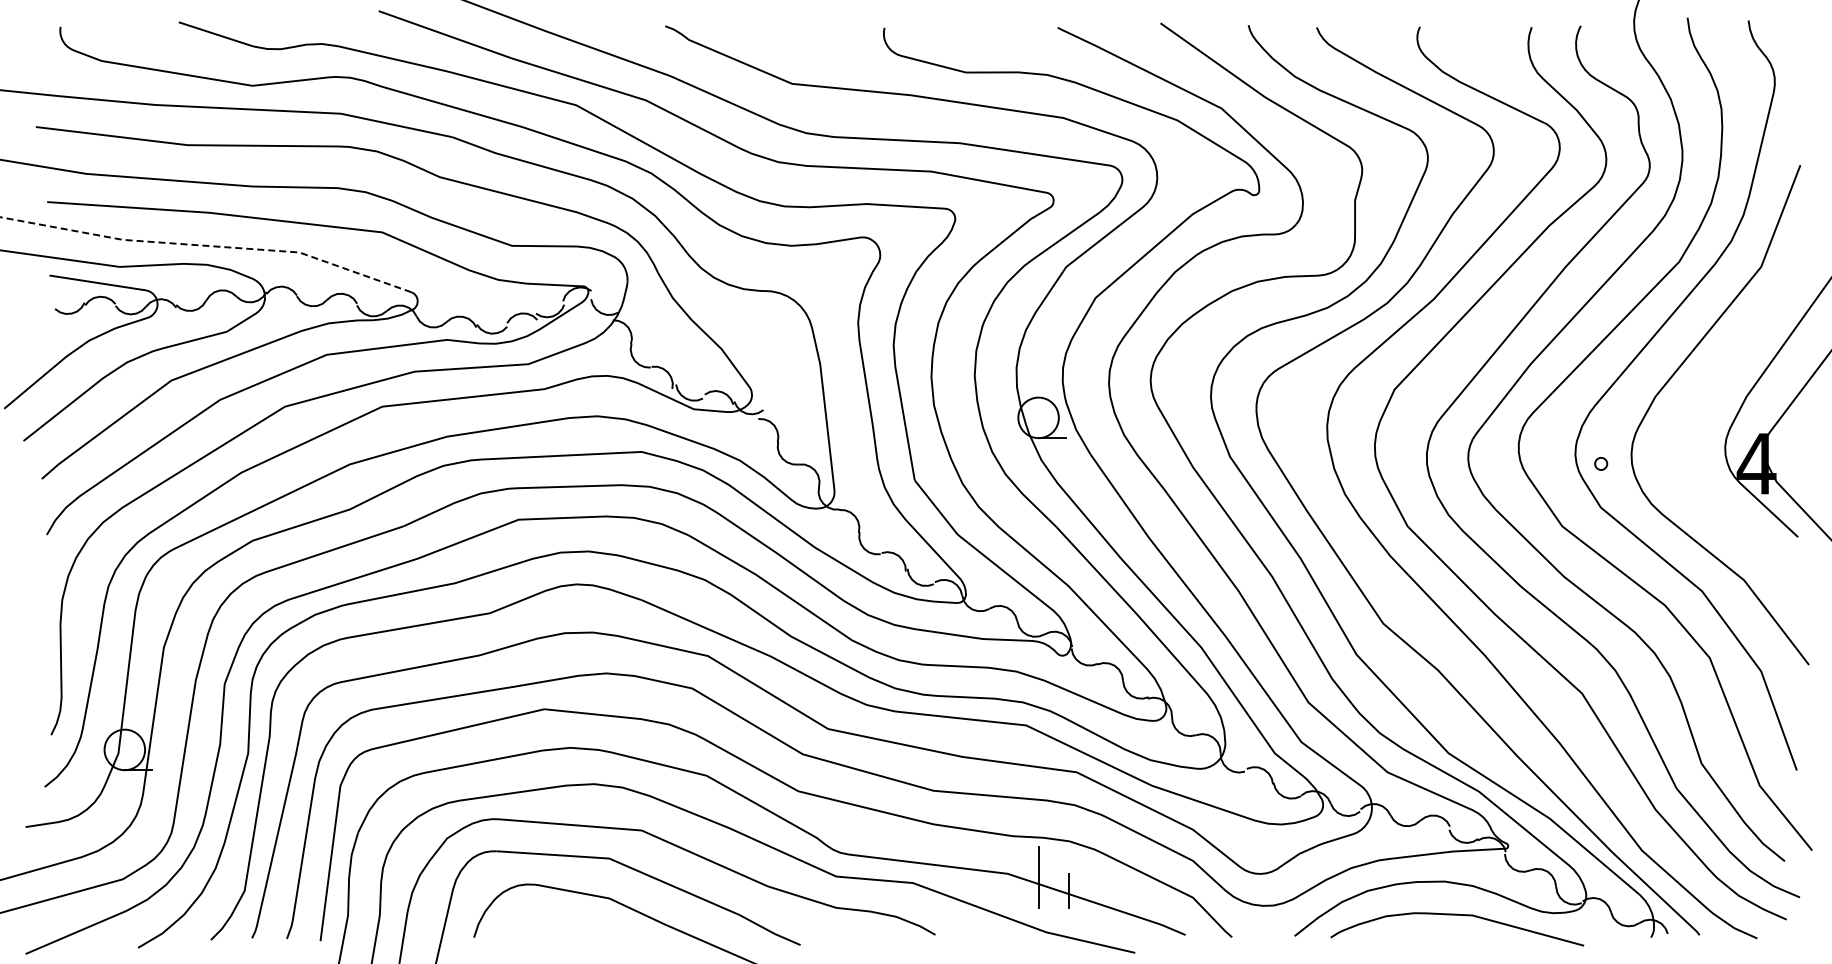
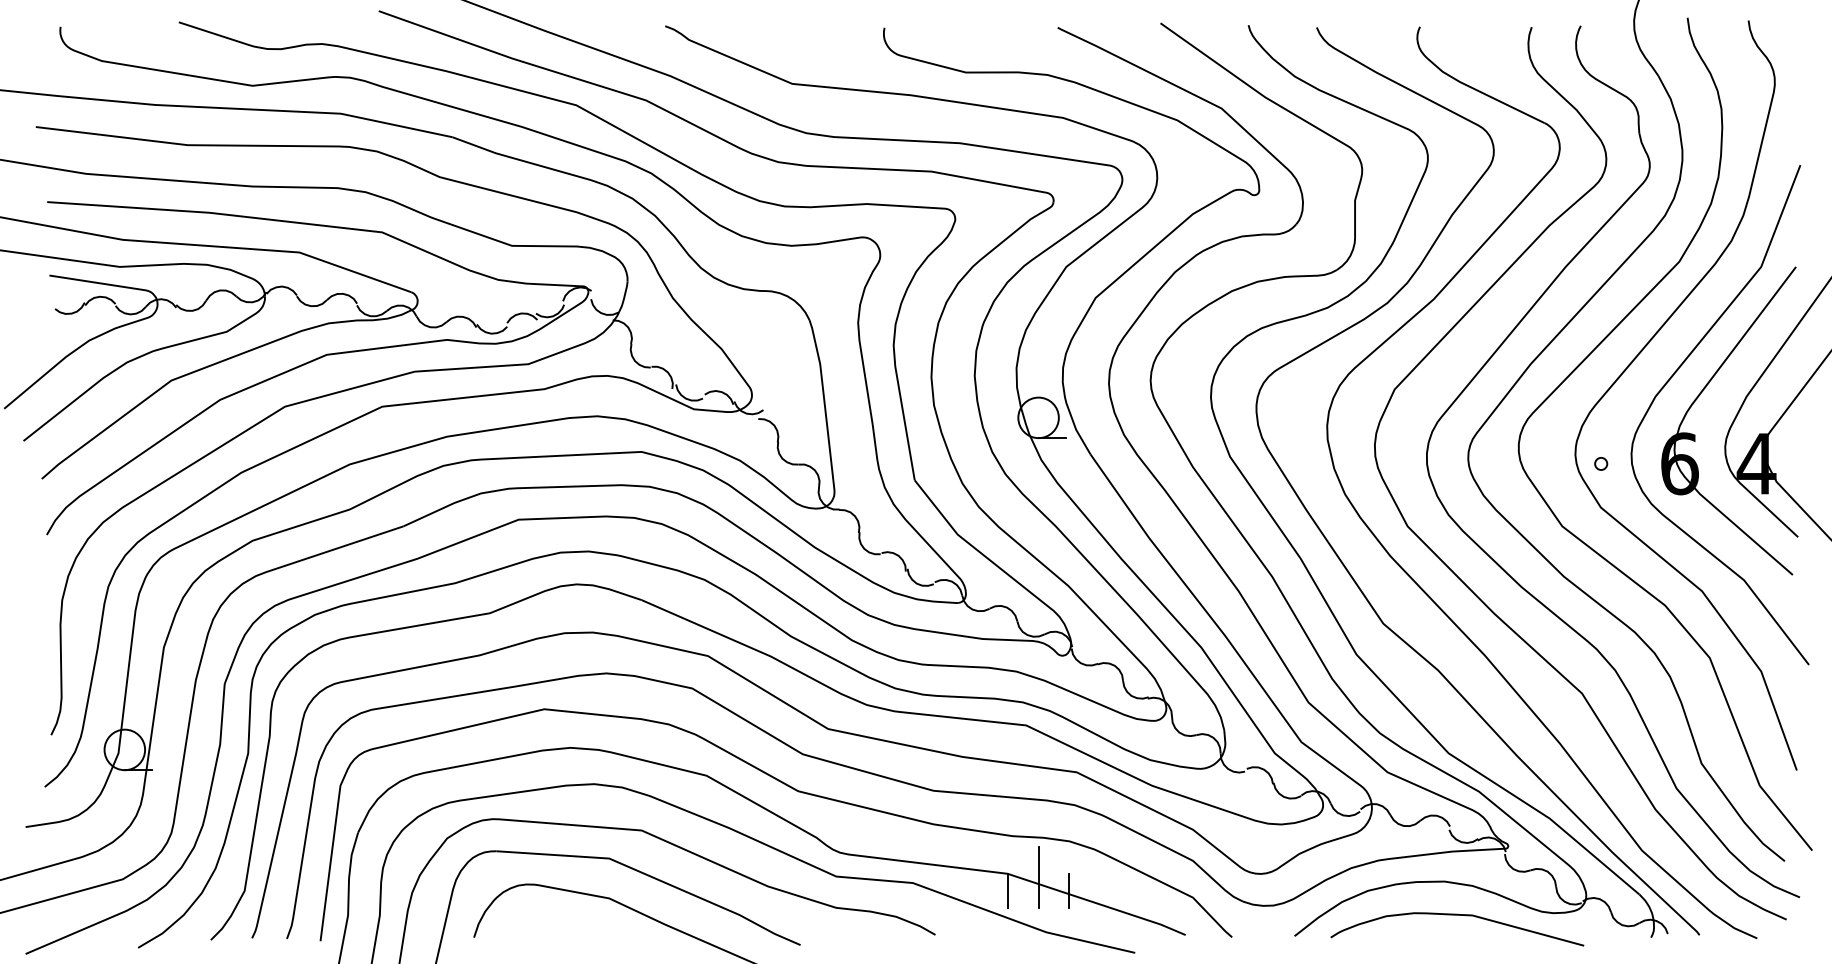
line at (208, 245): dashed -> solid
part at (1695, 434): none -> present
line at (1008, 890): none -> present
